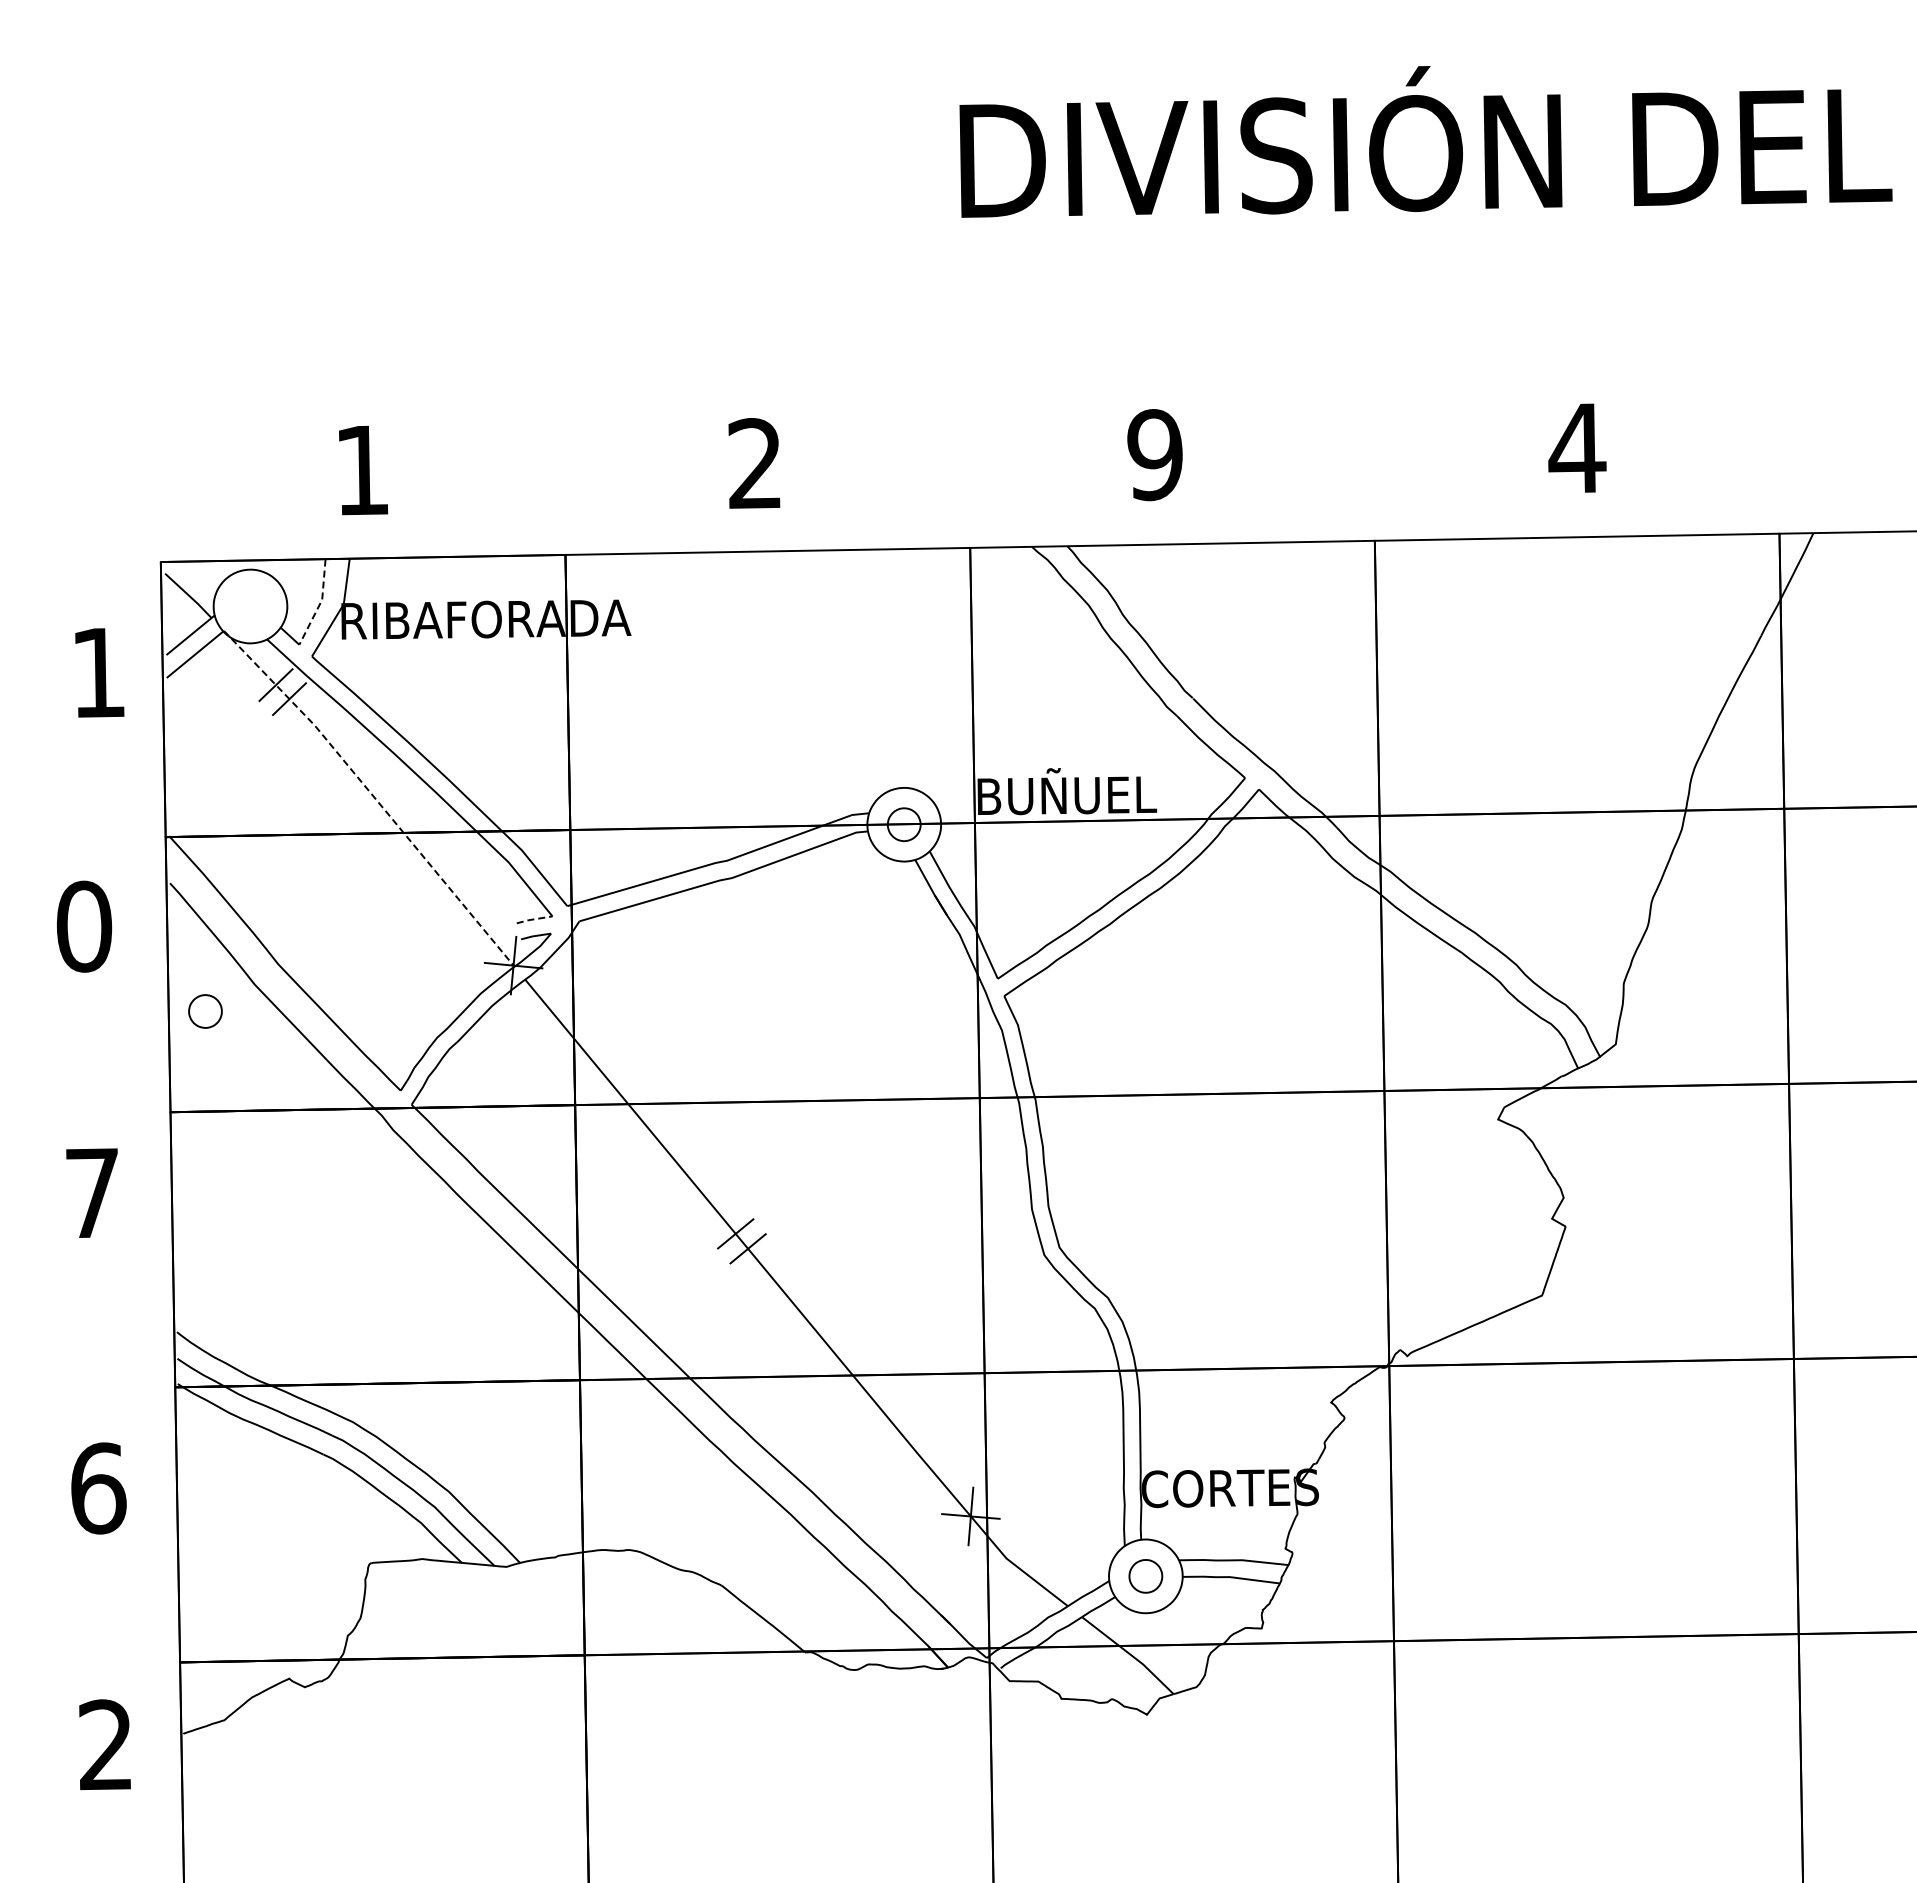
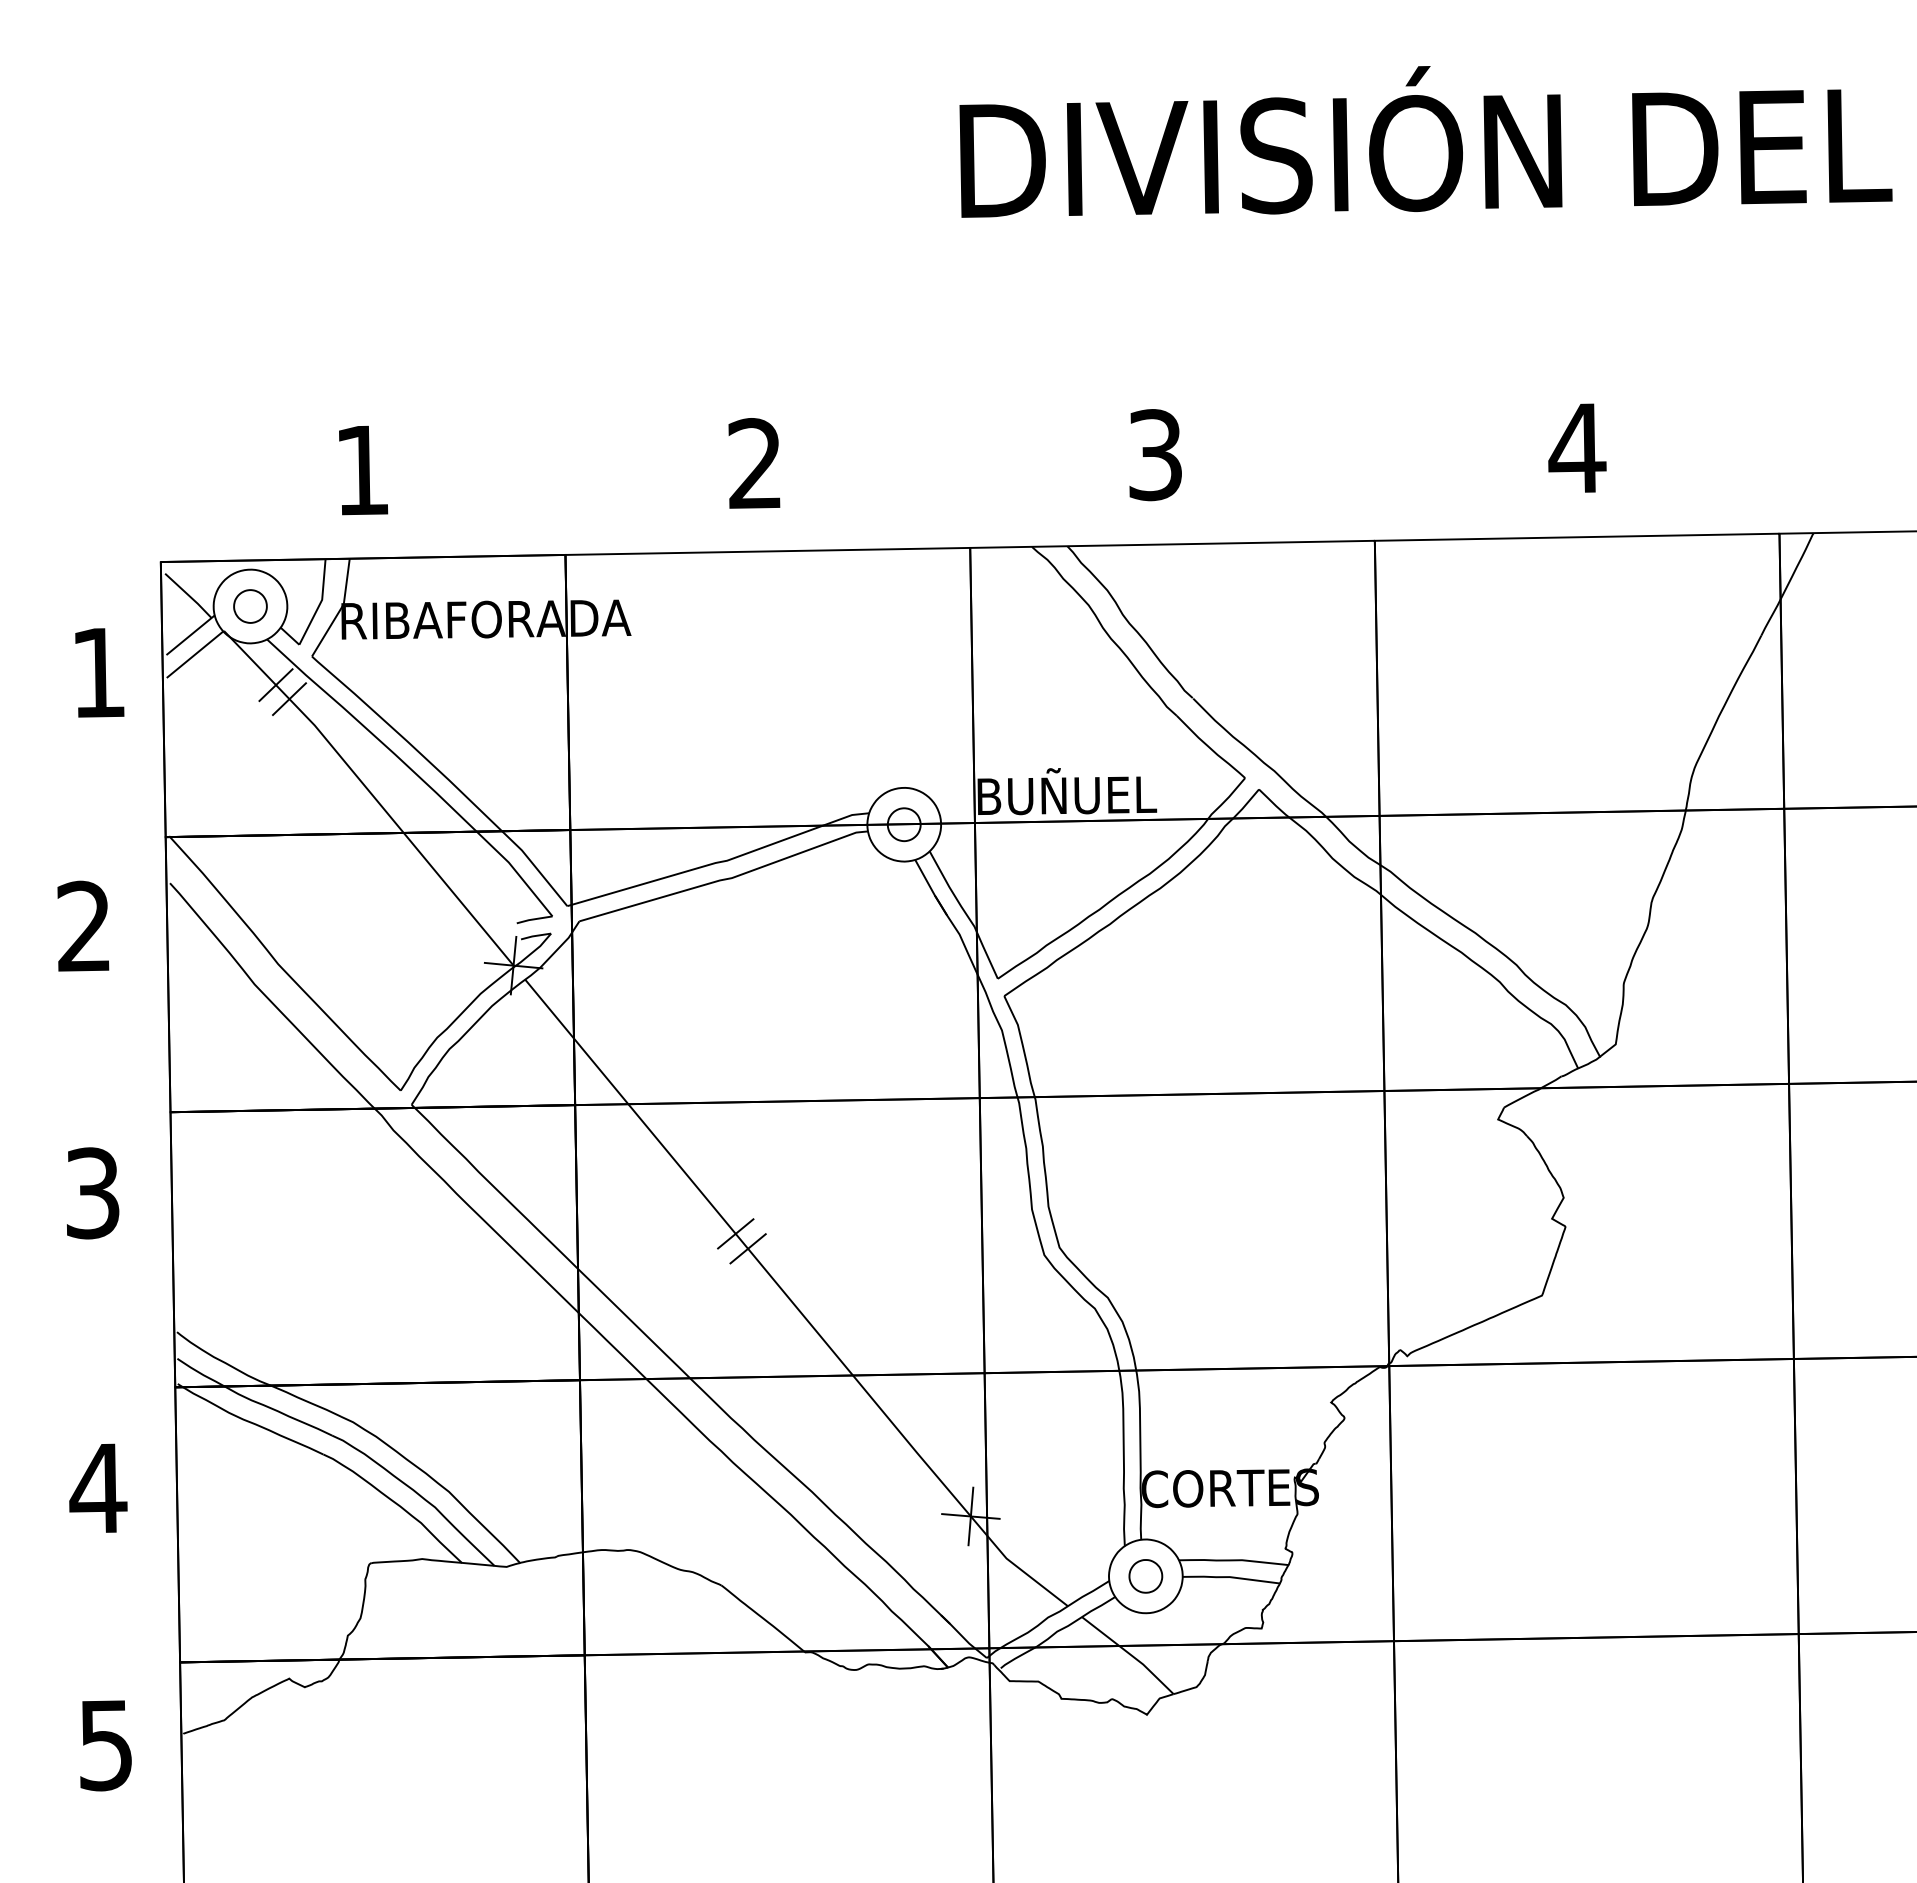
text at (1154, 455): 9 -> 3
line at (319, 604): dashed -> solid
line at (372, 794): dashed -> solid
line at (533, 919): dashed -> solid
text at (84, 926): 0 -> 2
part at (205, 1011) position: (205, 1011) -> (250, 606)
text at (92, 1193): 7 -> 3
text at (98, 1488): 6 -> 4
text at (105, 1745): 2 -> 5
